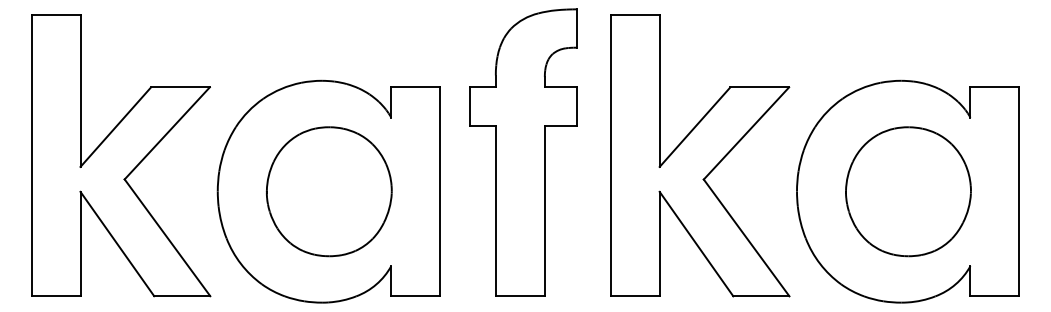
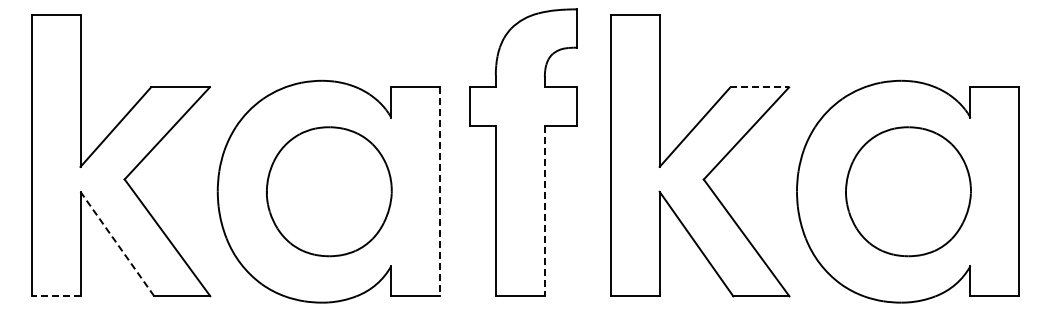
line at (760, 87): solid -> dashed
line at (440, 192): solid -> dashed
line at (544, 211): solid -> dashed
line at (117, 244): solid -> dashed
line at (55, 296): solid -> dashed
